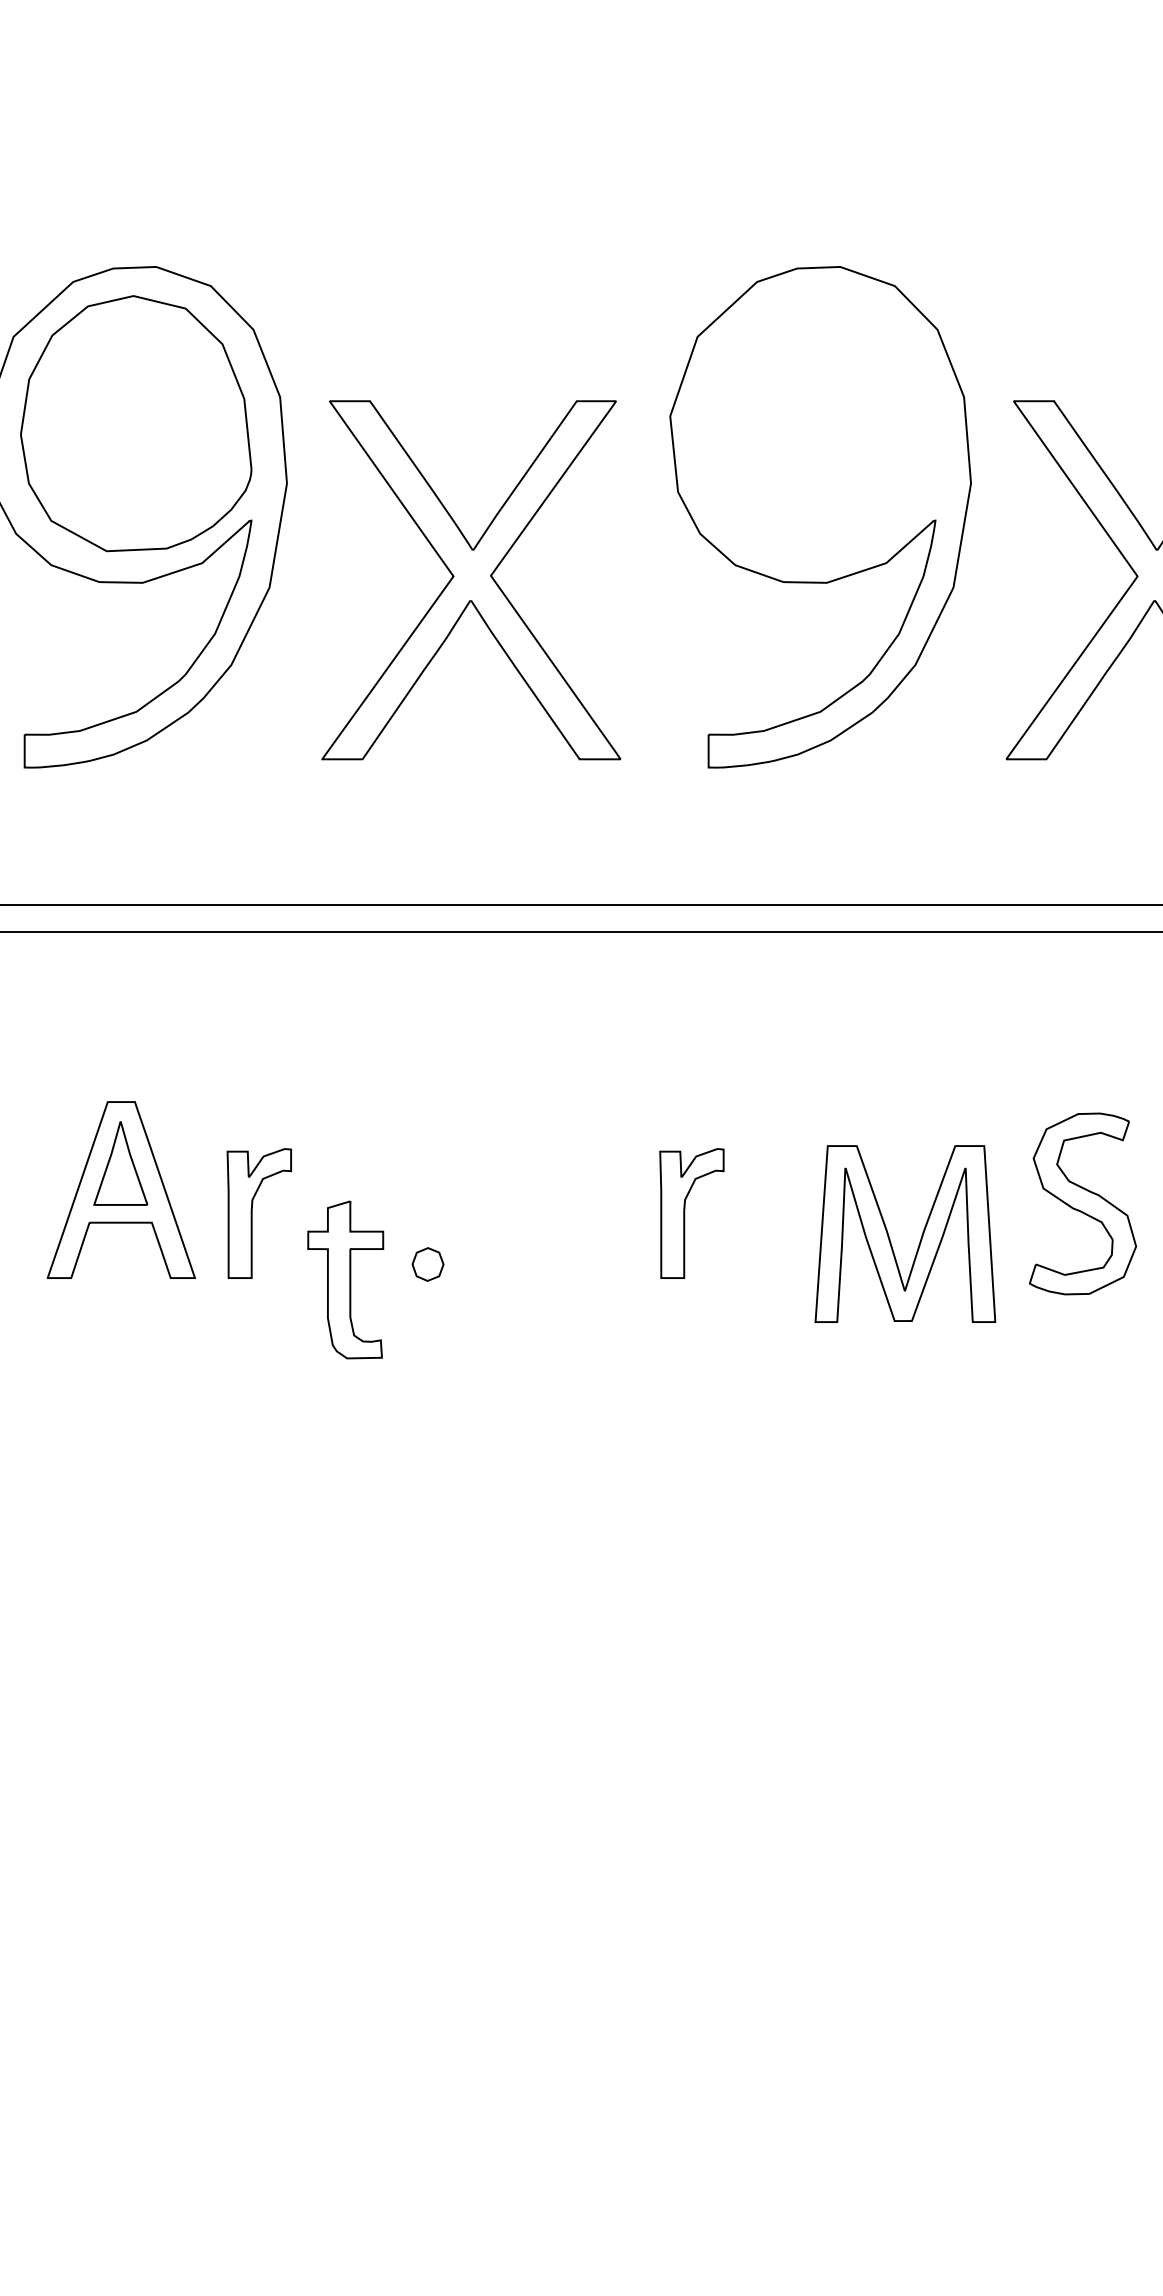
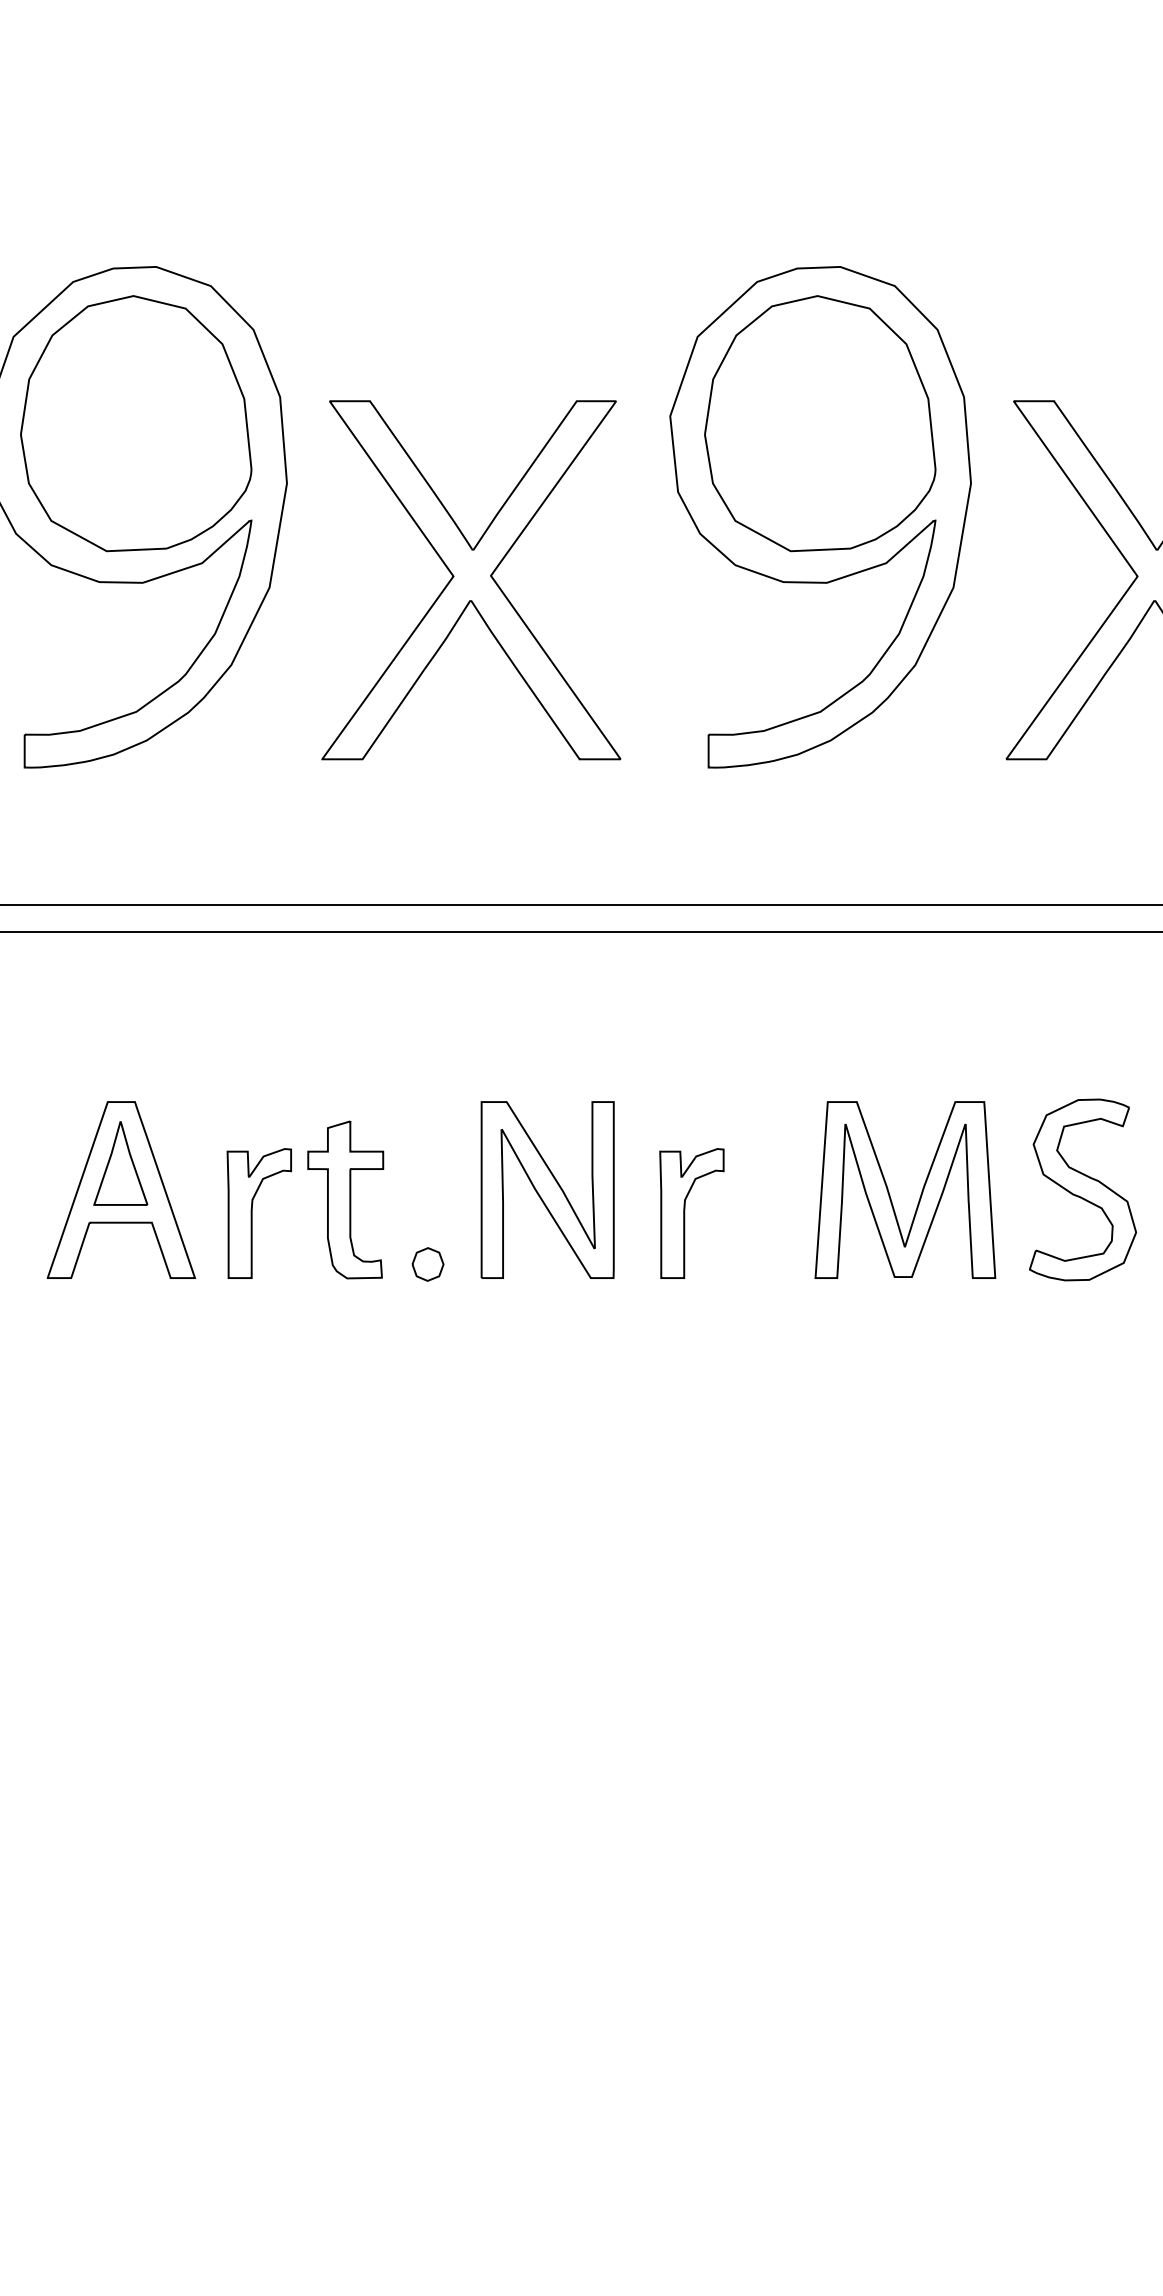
part at (820, 423): none -> present
part at (547, 1189): none -> present
part at (1083, 1203) position: (1083, 1203) -> (1083, 1189)
part at (920, 1238) position: (920, 1238) -> (920, 1194)
part at (345, 1279) position: (345, 1279) -> (345, 1199)
